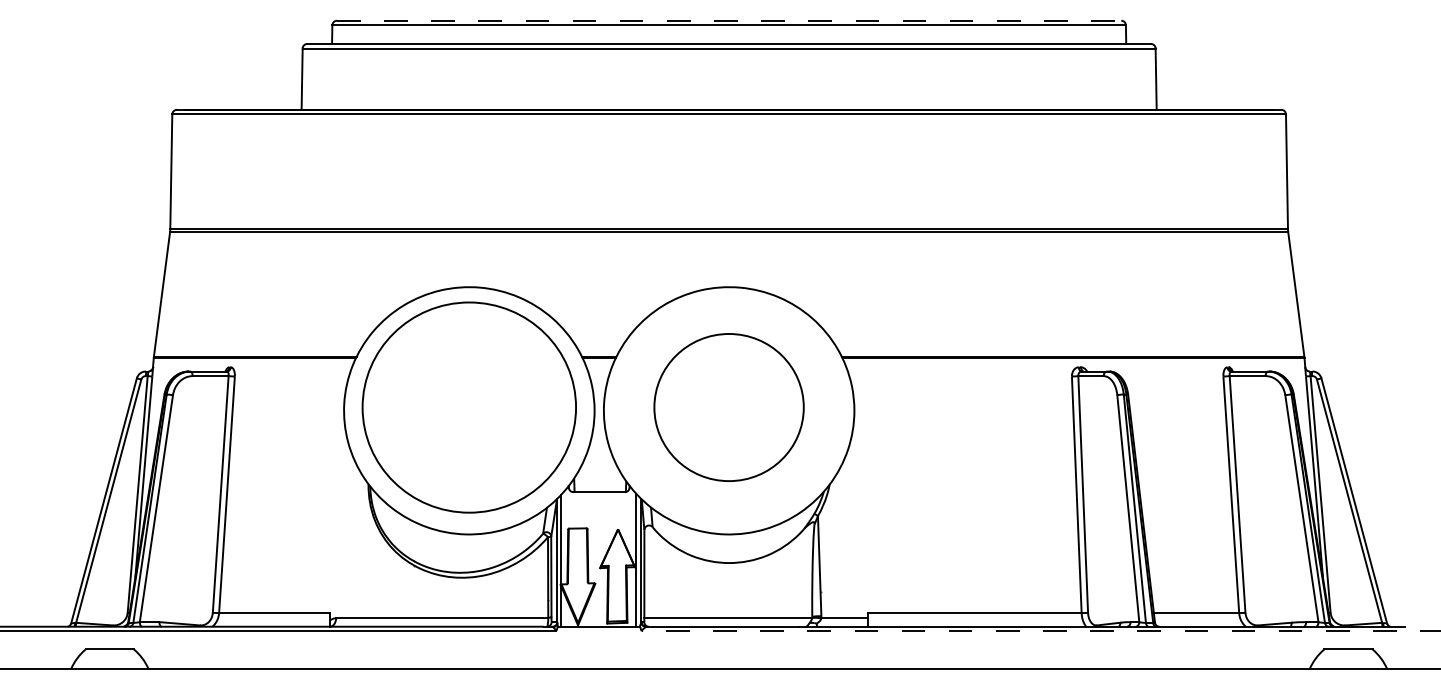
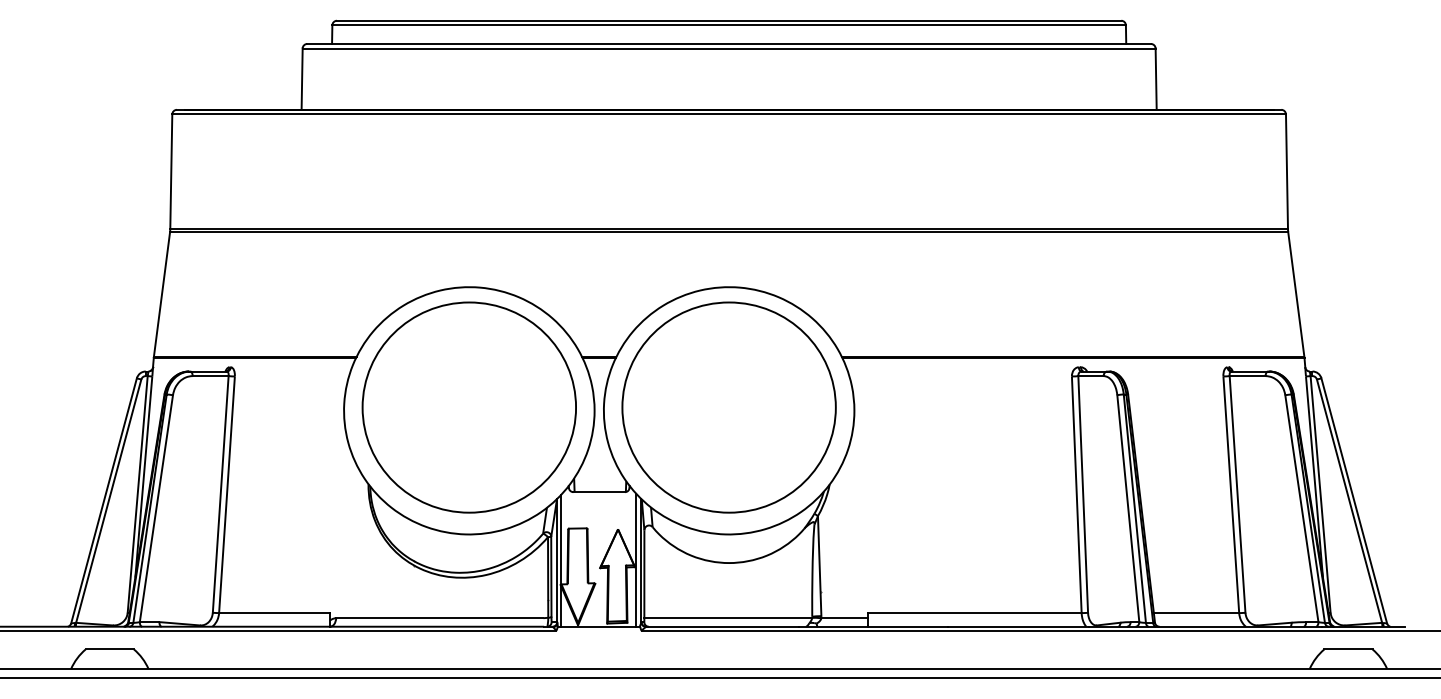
line at (729, 20): dashed -> solid
part at (728, 407) size: 152x149 px -> 216x213 px
line at (1040, 631): dashed -> solid
line at (719, 678): none -> present
